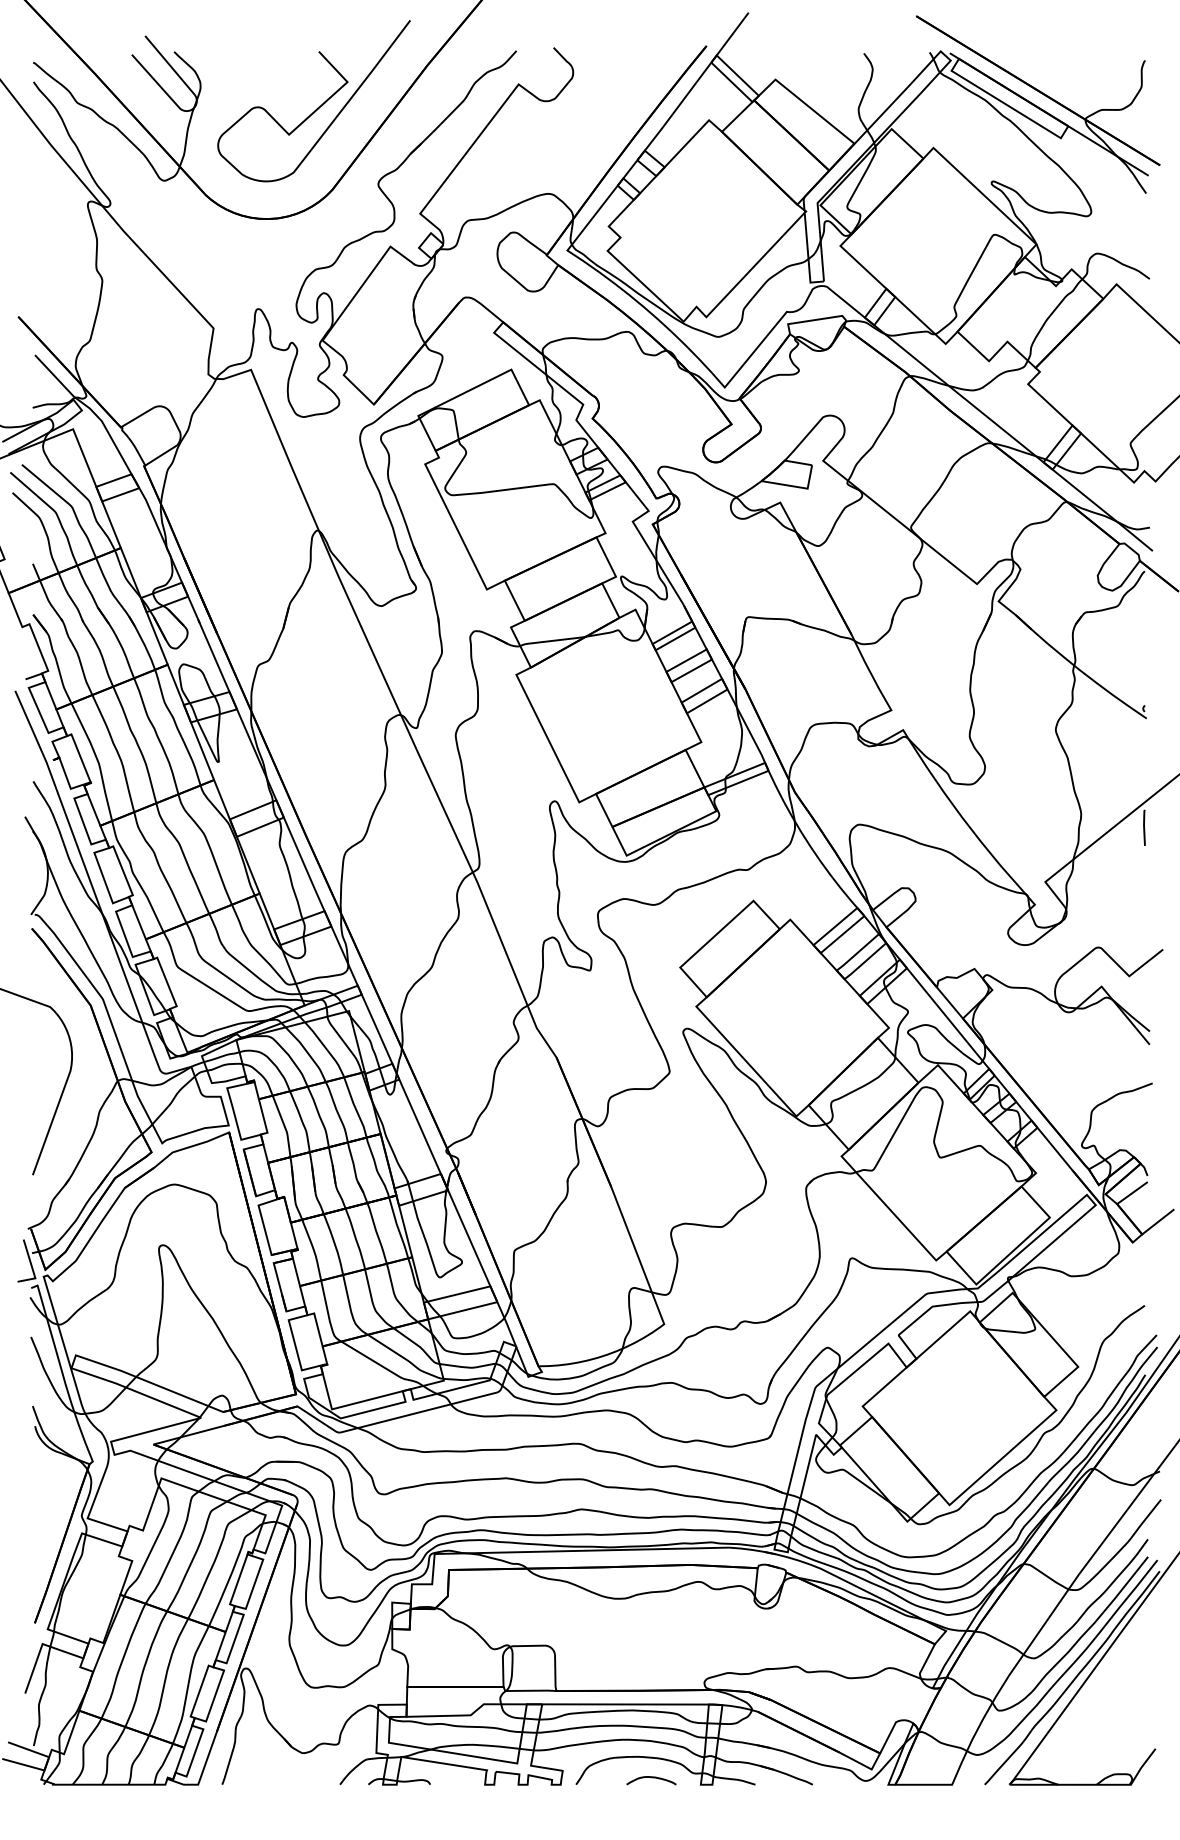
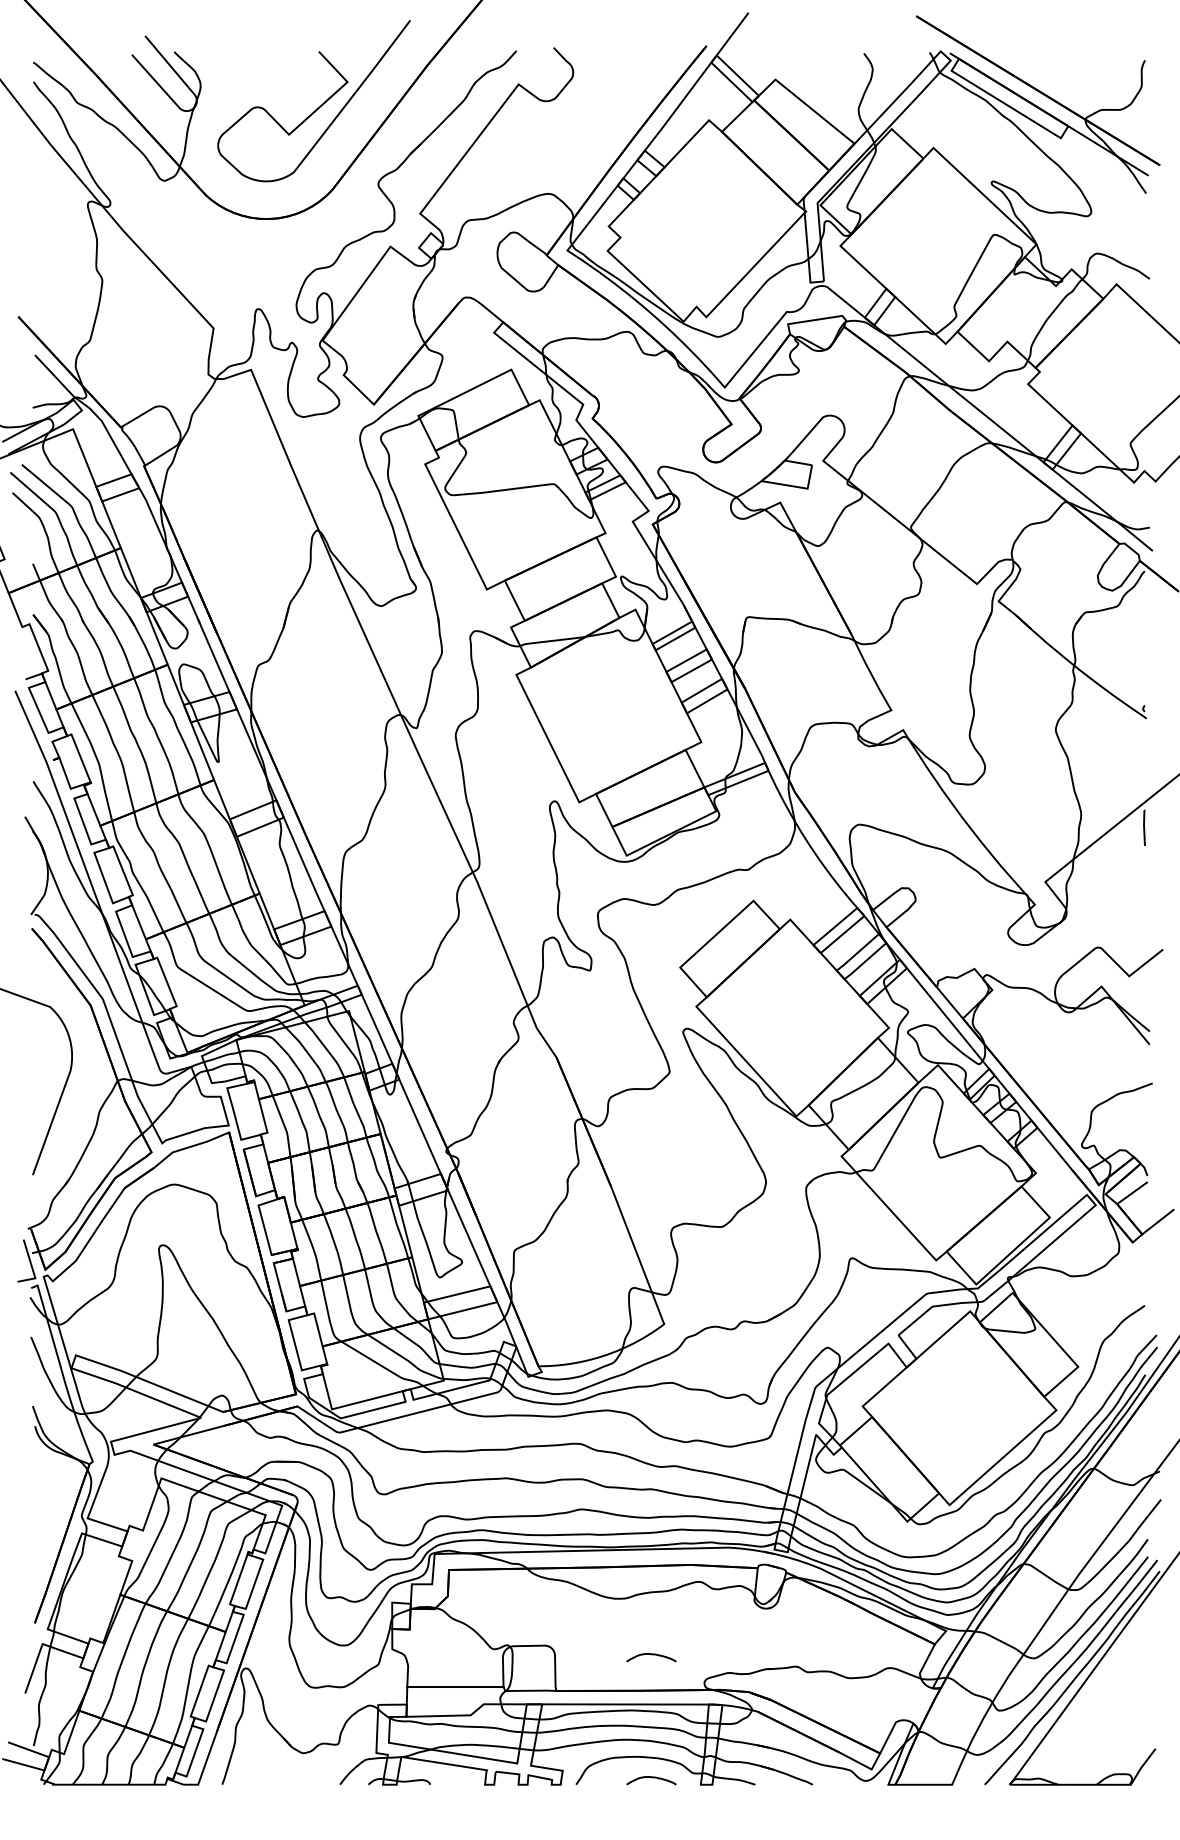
curve at (651, 1655): none -> present
